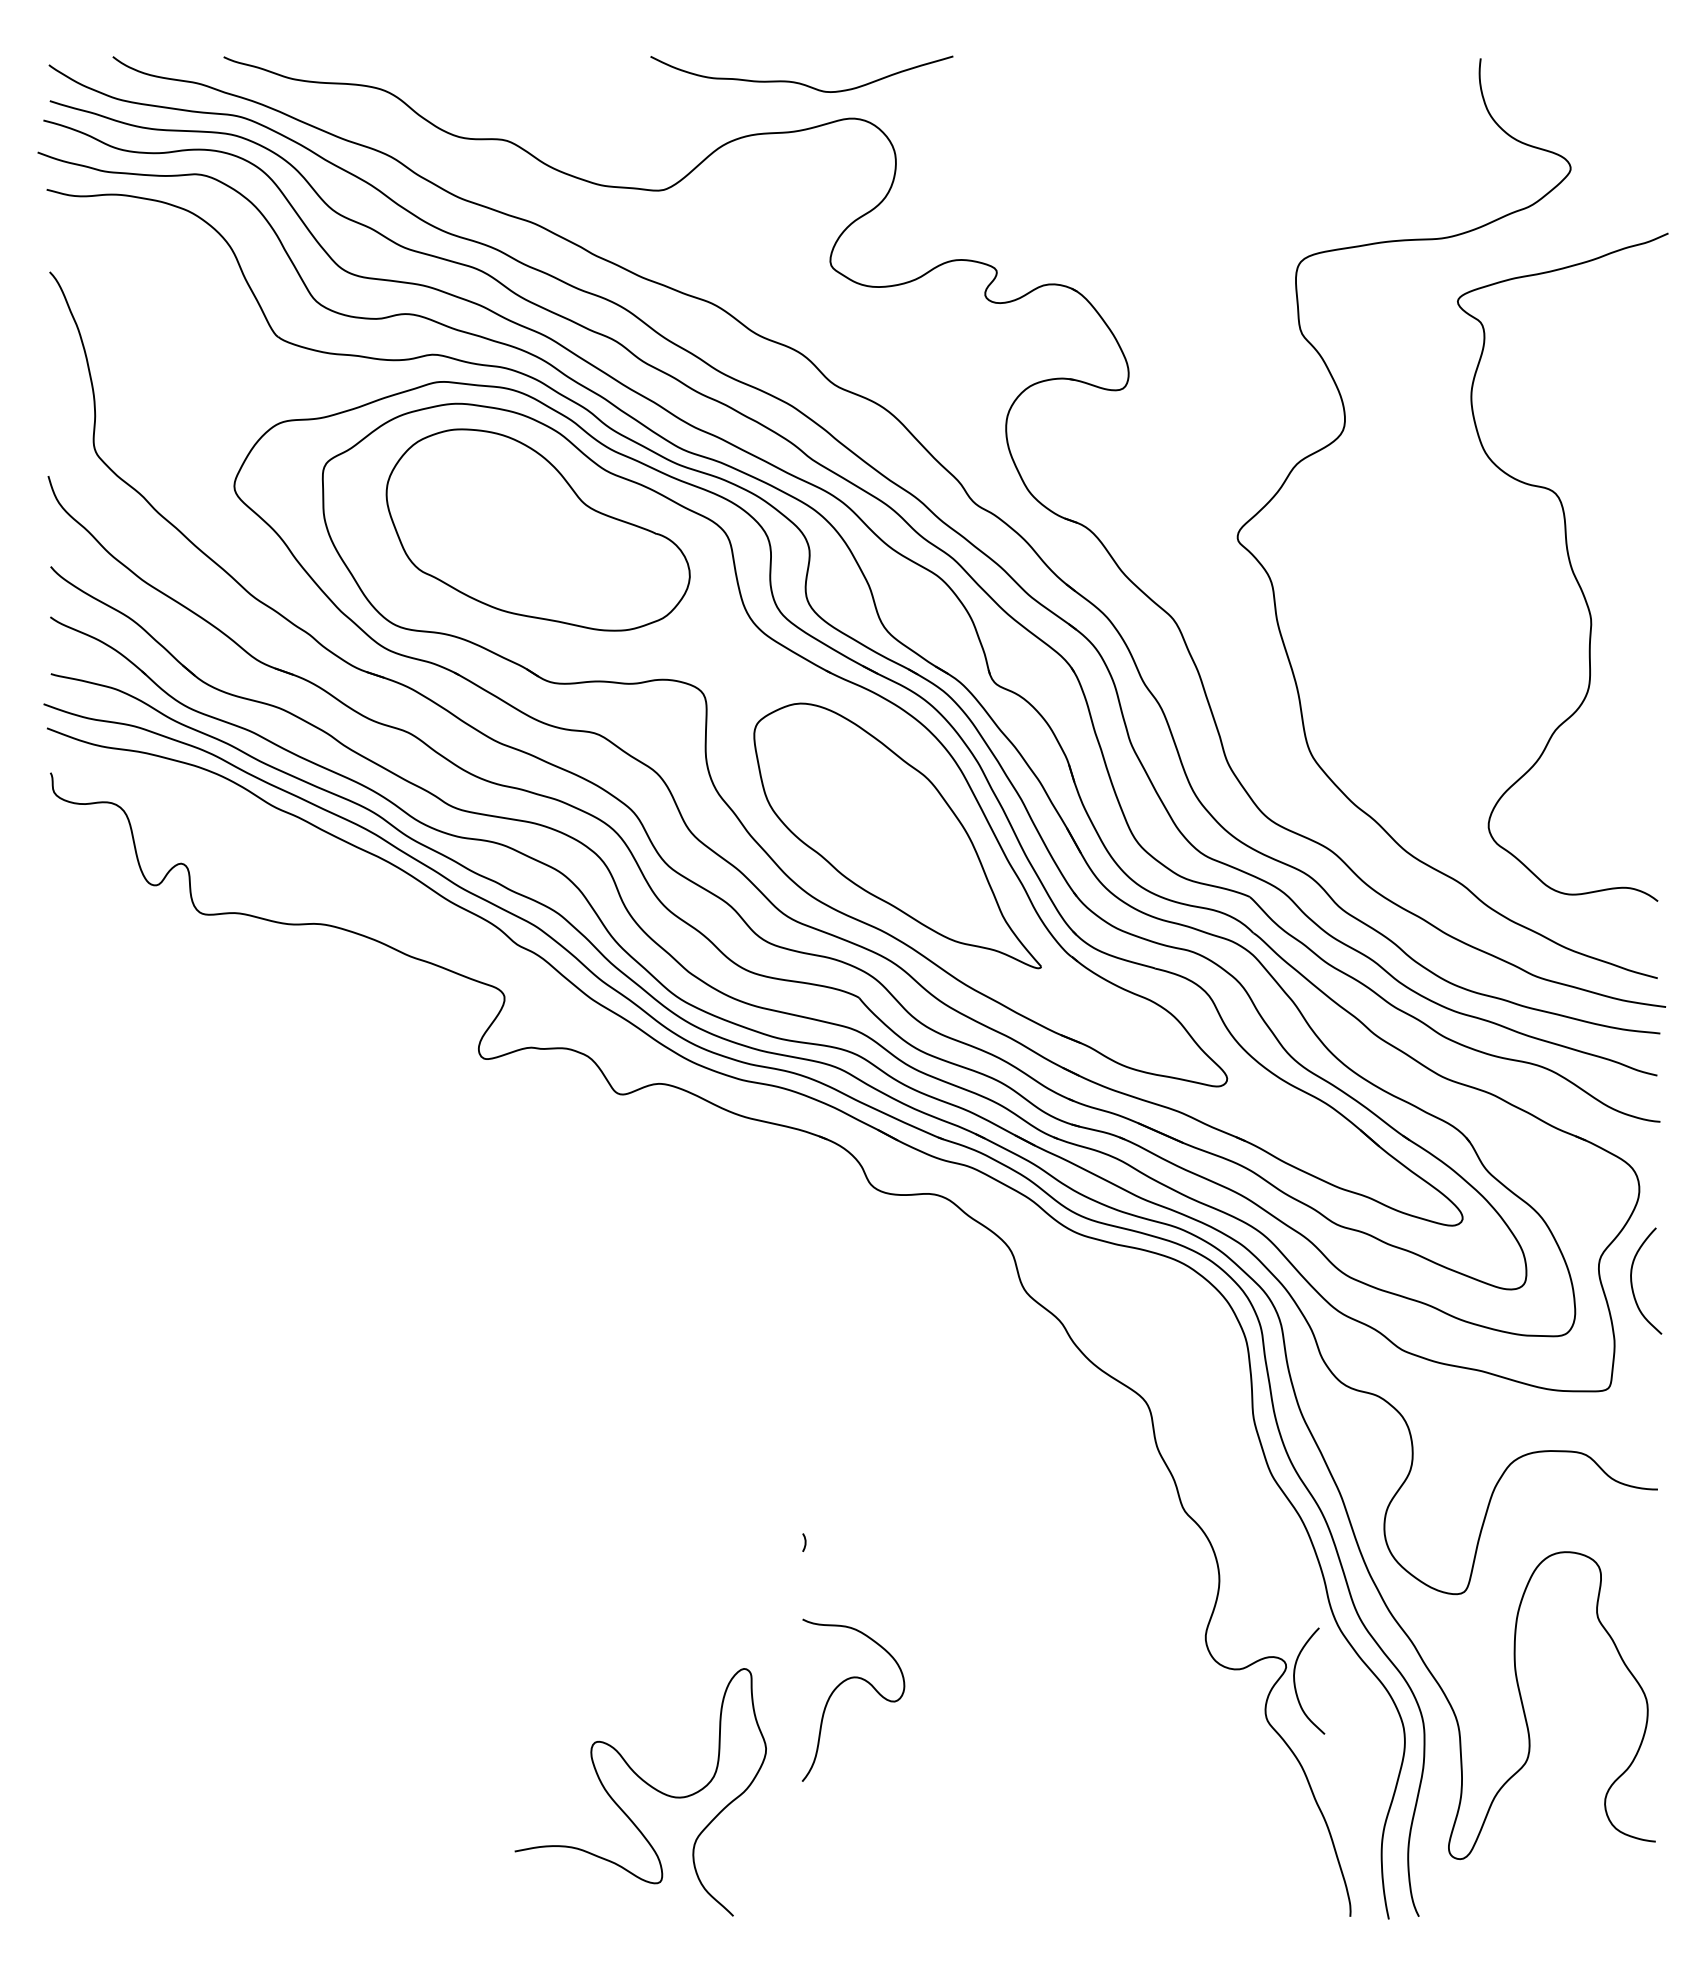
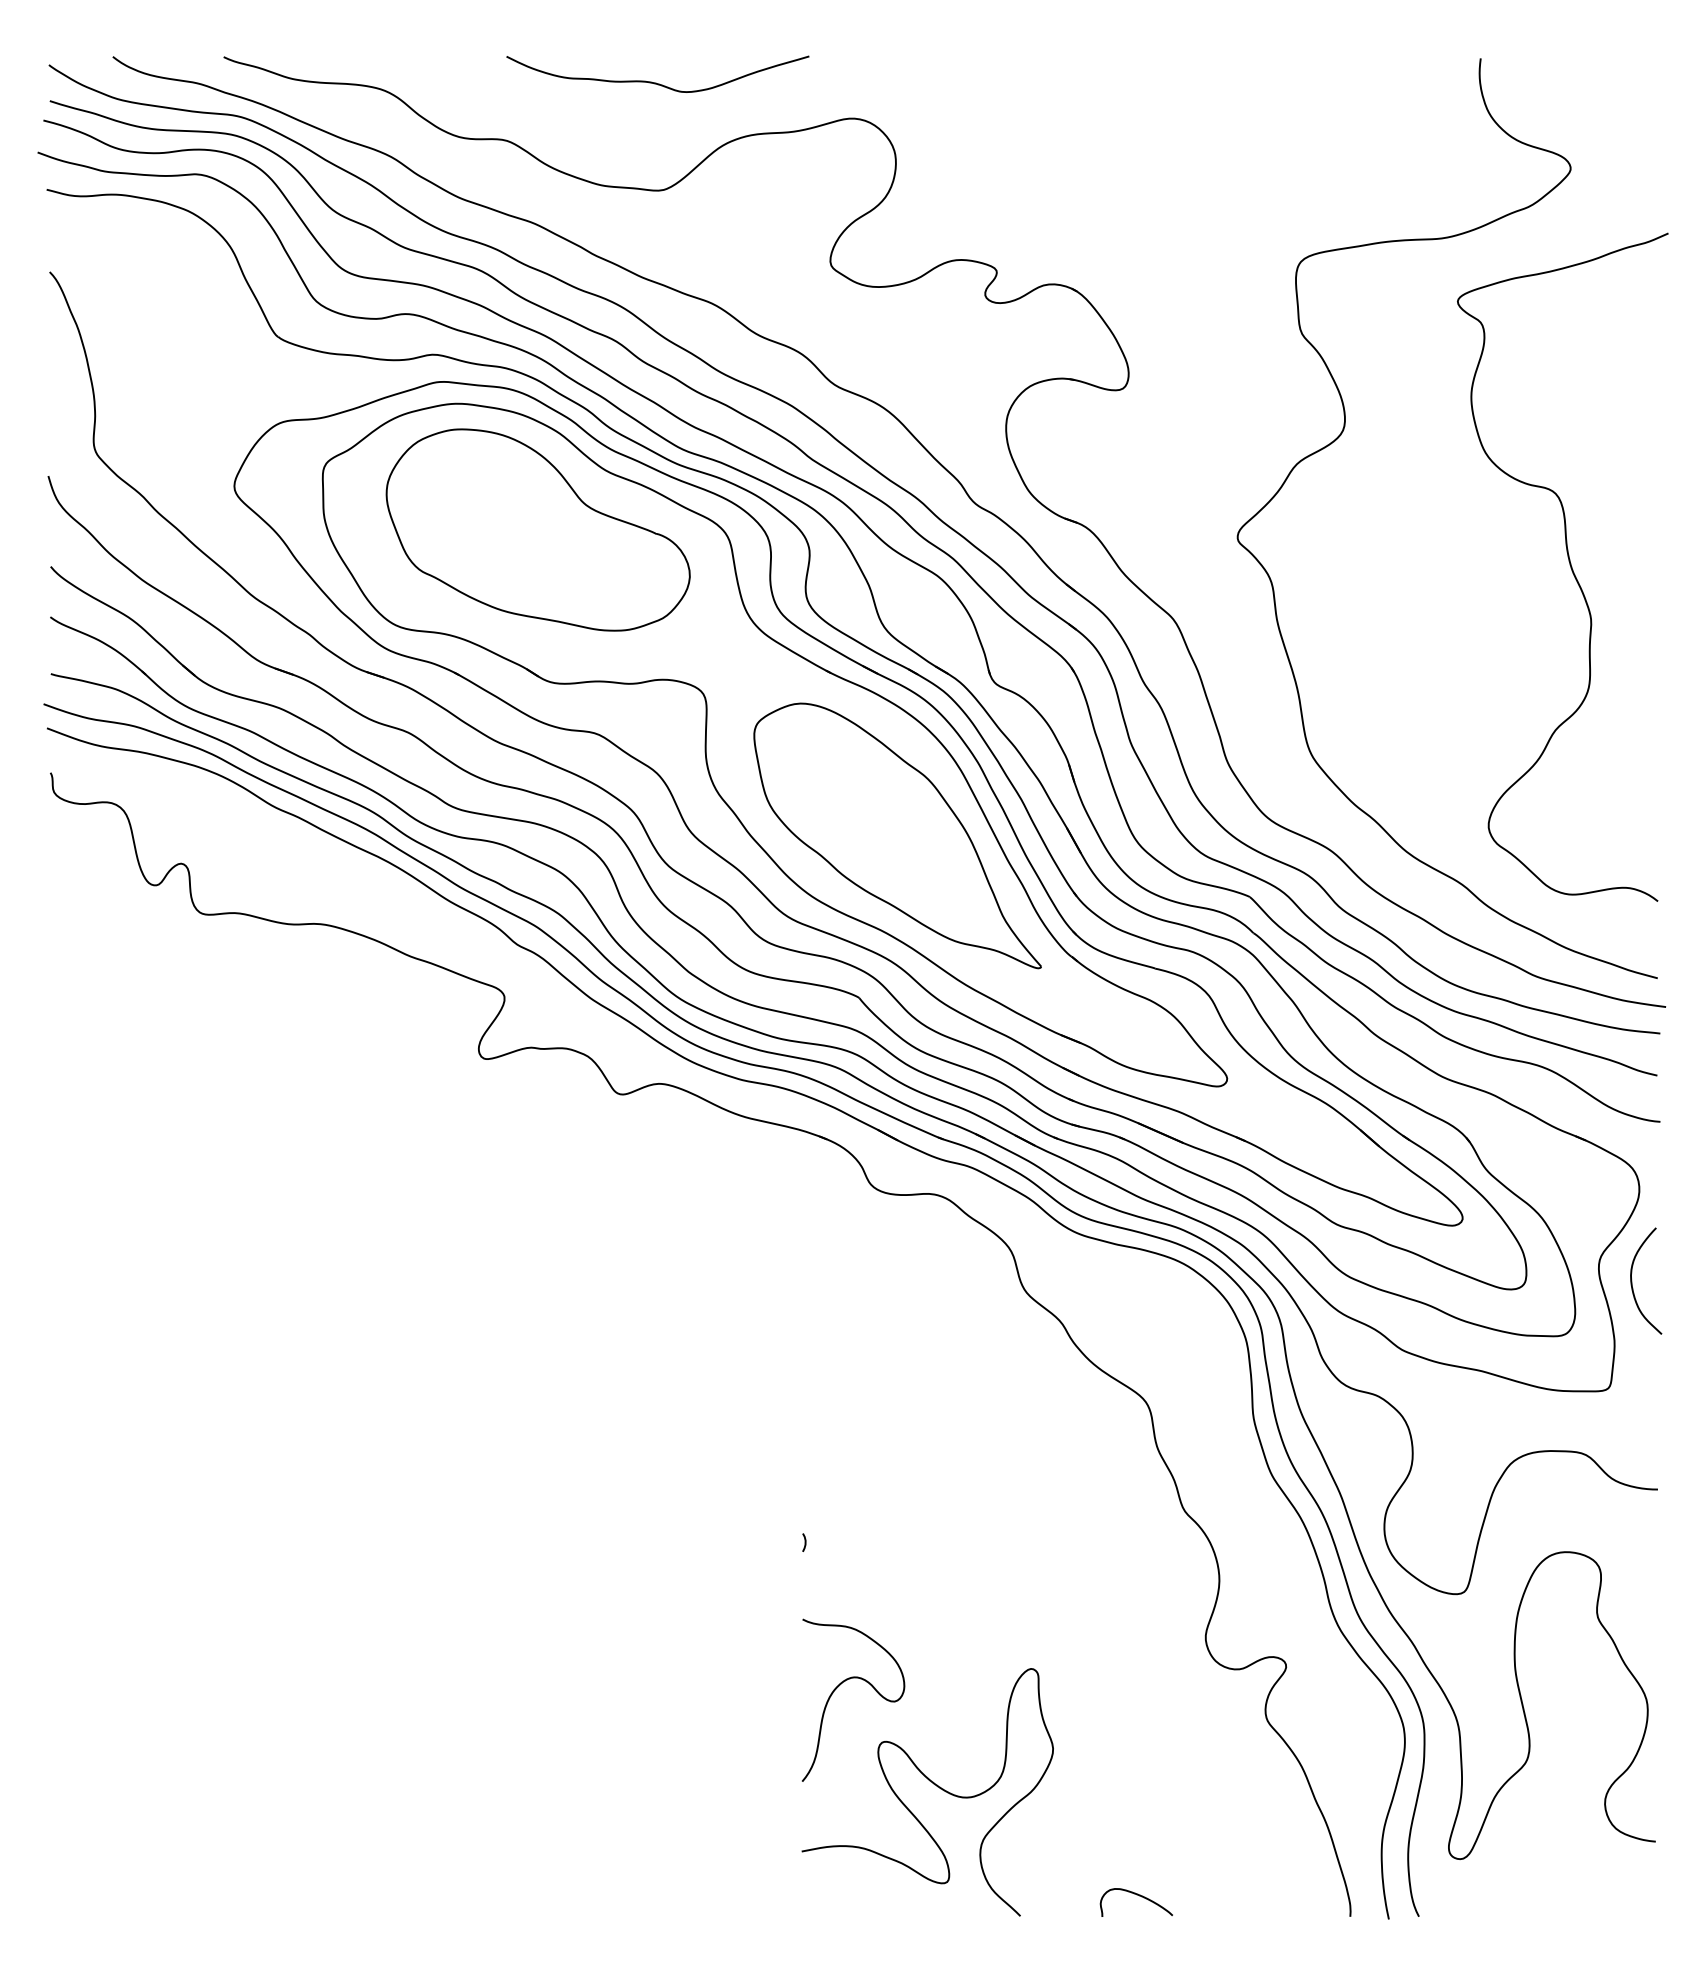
curve at (800, 82) position: (800, 82) -> (656, 82)
curve at (1295, 1680): present -> none
curve at (646, 1784) position: (646, 1784) -> (933, 1784)
curve at (1136, 1895): none -> present
